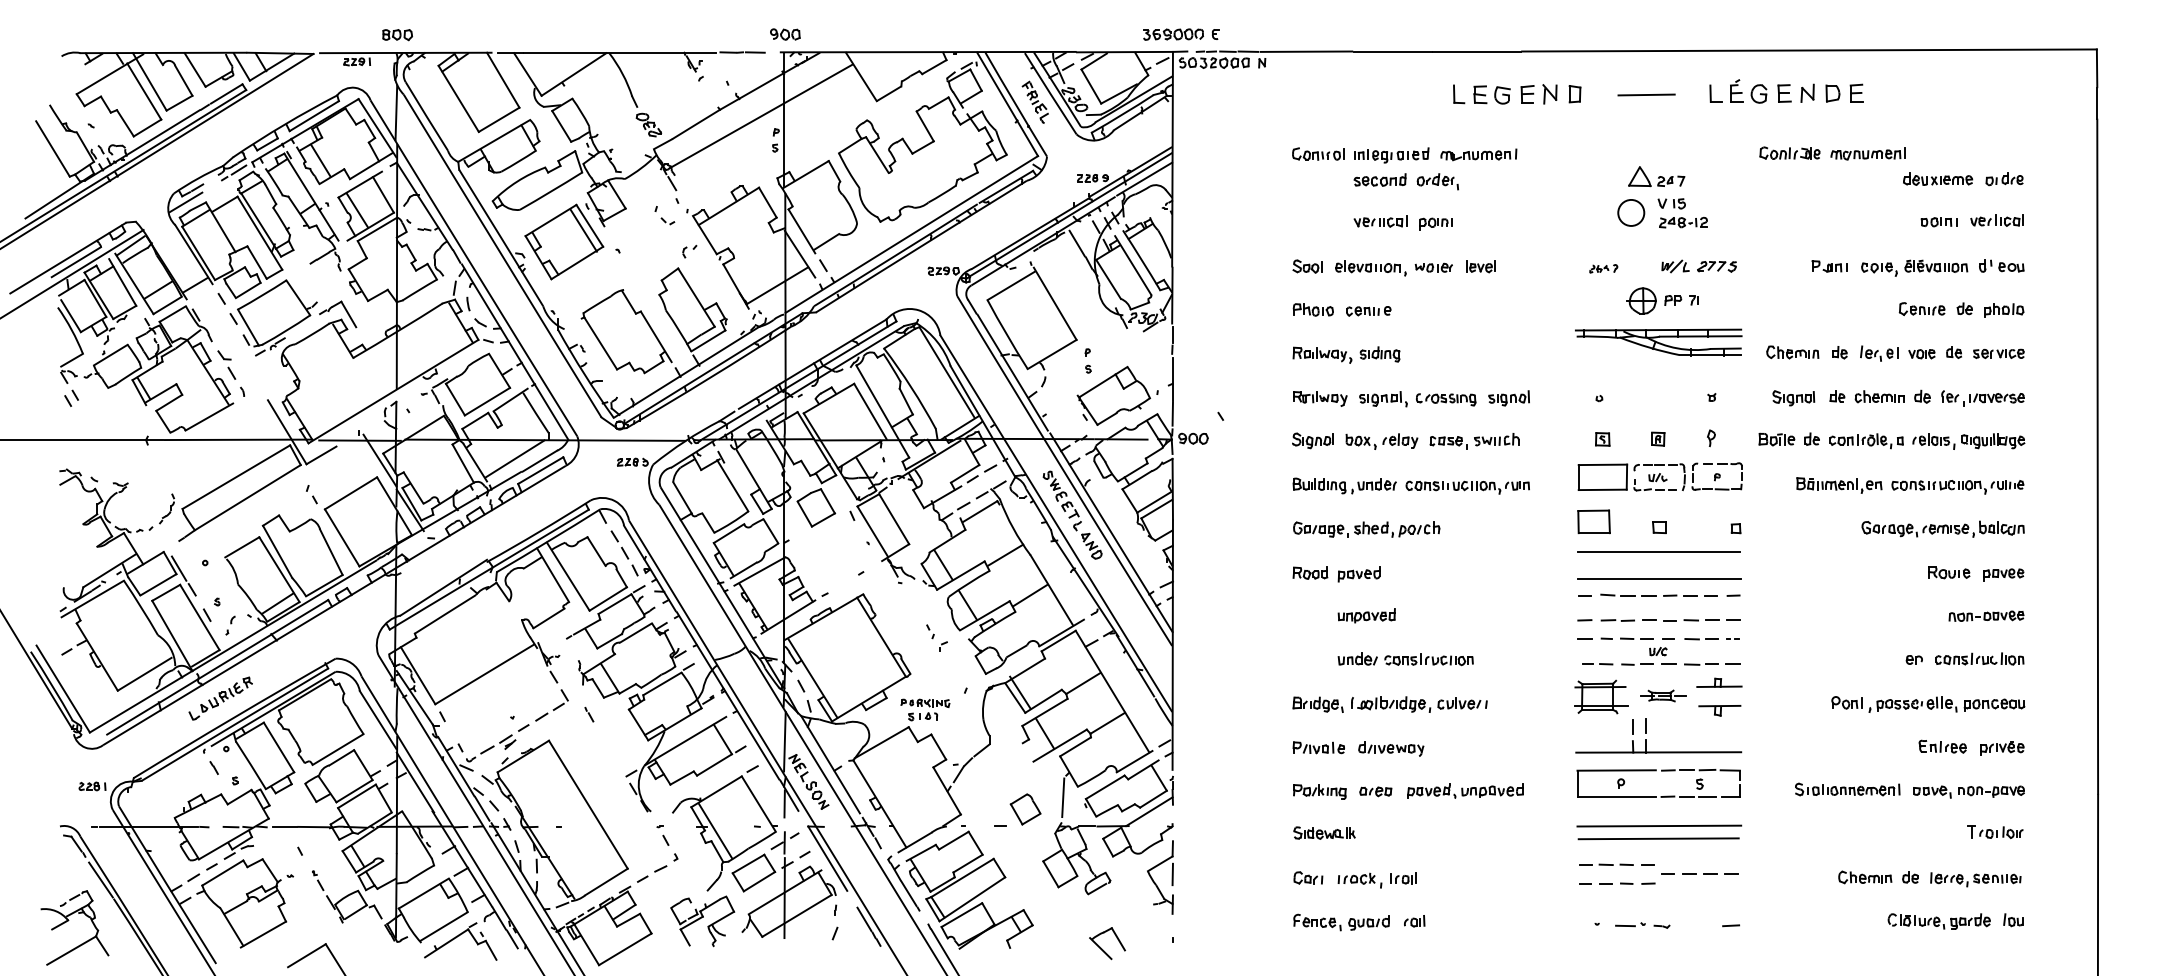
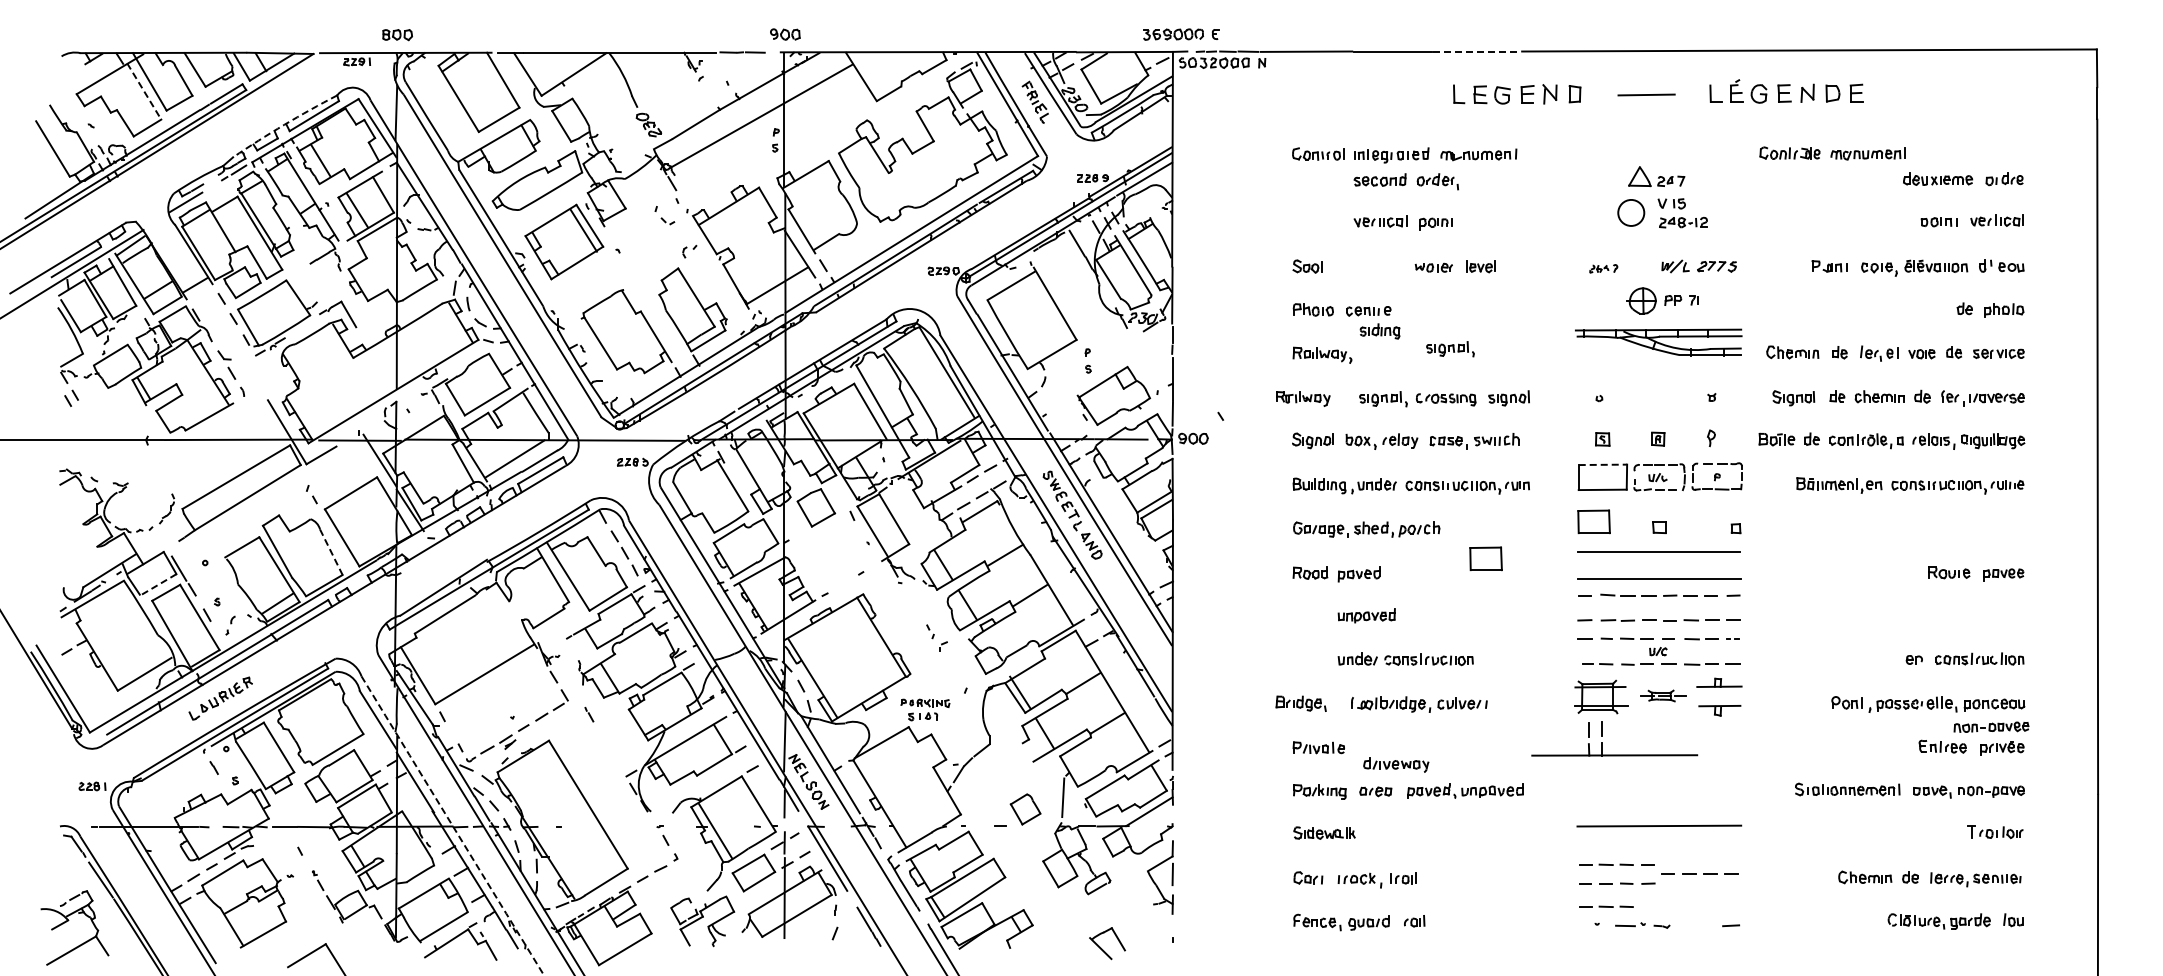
line at (1477, 51): solid -> dashed
line at (144, 91): solid -> dashed
arc at (284, 124): solid -> dashed
part at (1370, 268): present -> none
part at (1921, 308): present -> none
part at (1450, 349): none -> present
part at (1379, 354) position: (1379, 354) -> (1379, 331)
part at (1320, 398) position: (1320, 398) -> (1303, 398)
line at (1603, 464): solid -> dashed
part at (1942, 528): present -> none
line at (331, 552): solid -> dashed
part at (1485, 558): none -> present
line at (158, 584): solid -> dashed
part at (1986, 615) position: (1986, 615) -> (1991, 726)
part at (1317, 704) position: (1317, 704) -> (1300, 703)
part at (1646, 733) position: (1646, 733) -> (1602, 736)
part at (1391, 748) position: (1391, 748) -> (1396, 764)
part at (1656, 771): present -> none
arc at (453, 826): solid -> dashed
line at (1658, 838): present -> none
line at (1606, 906): none -> present
